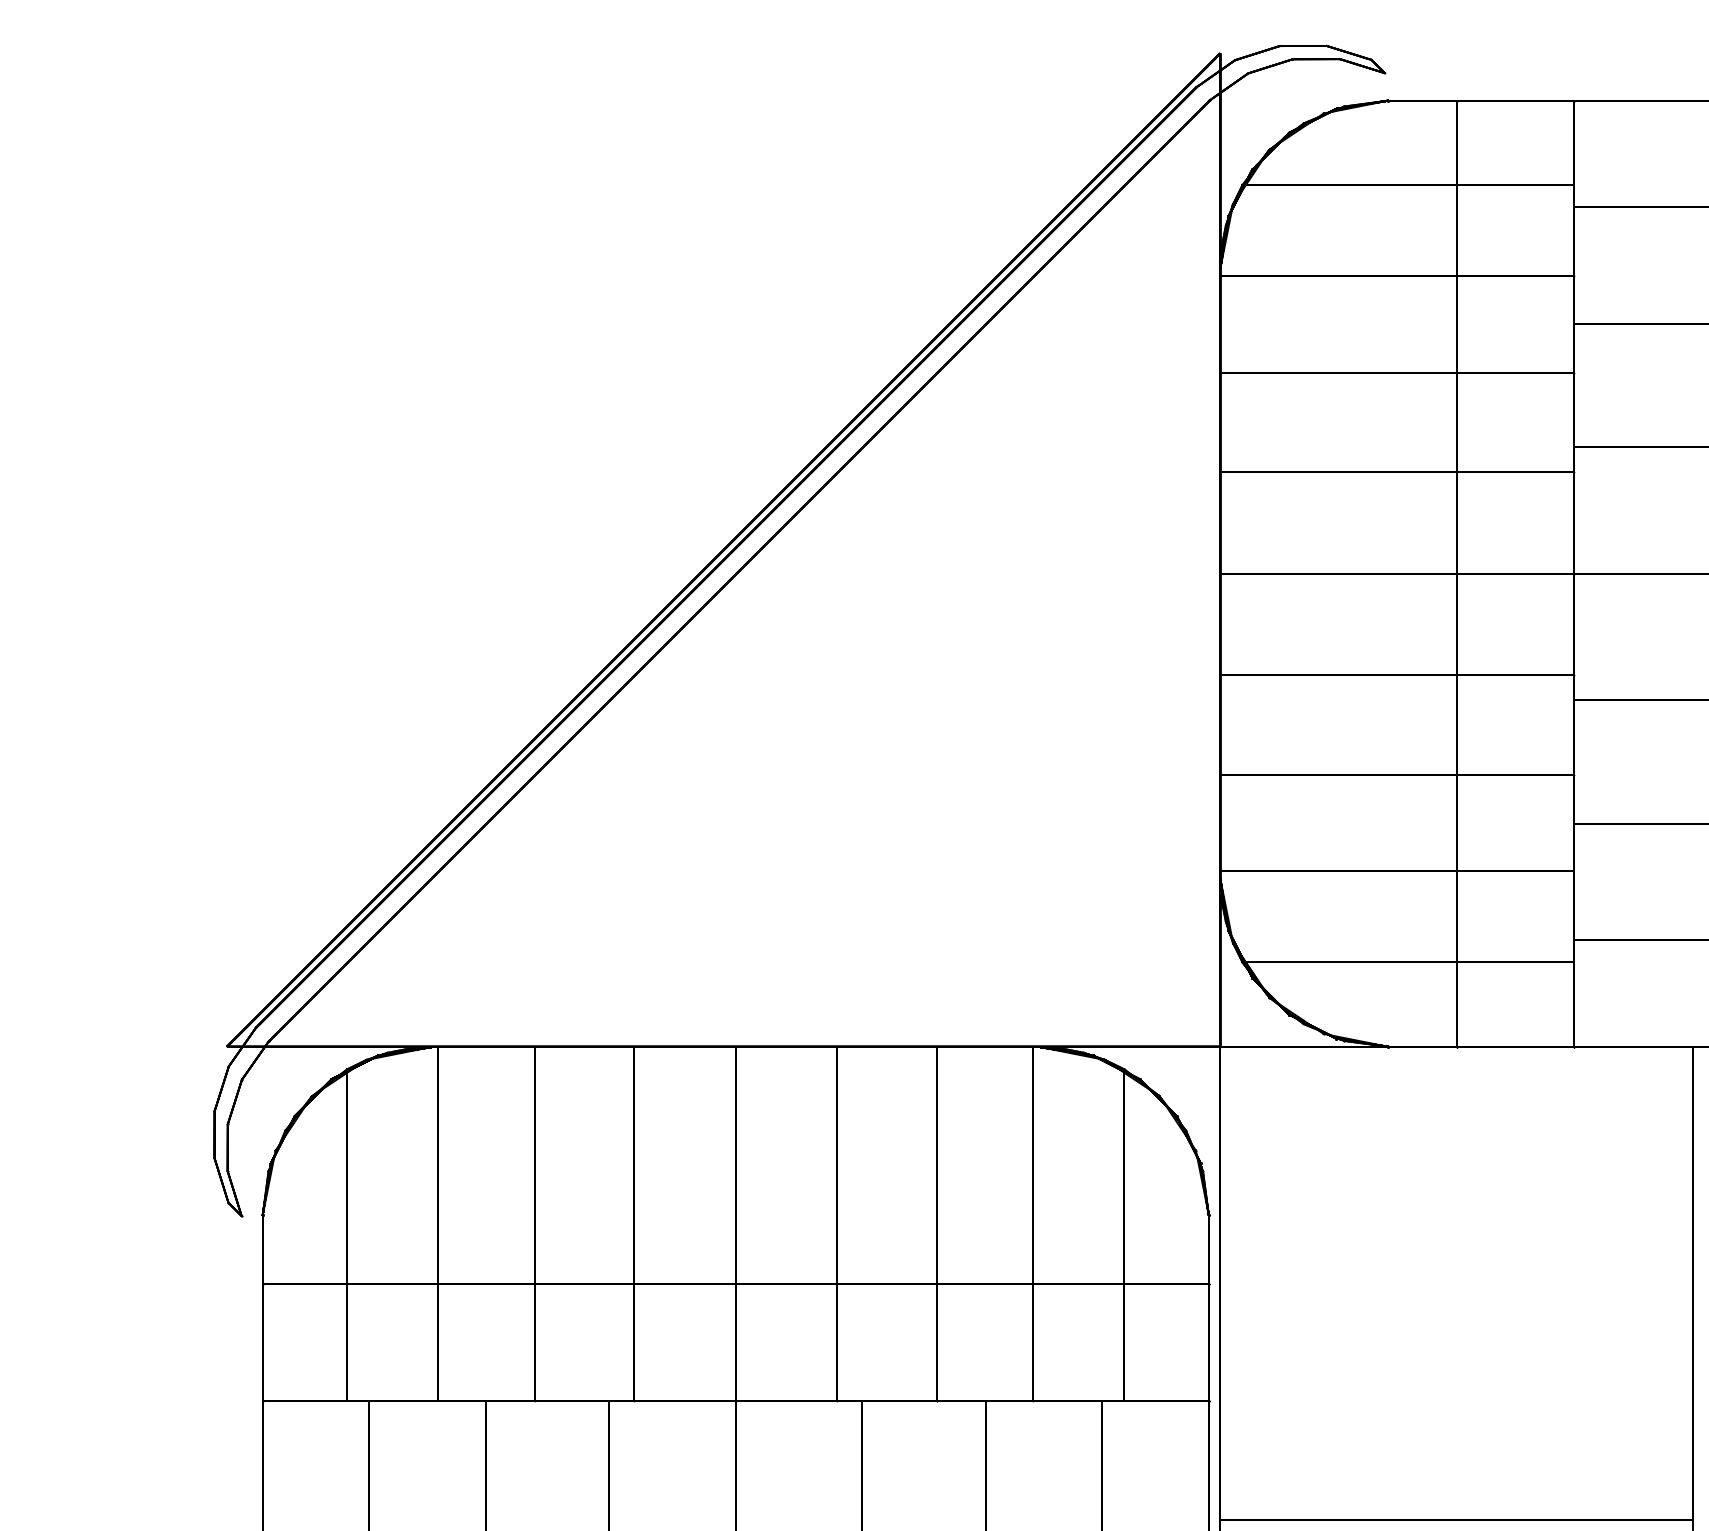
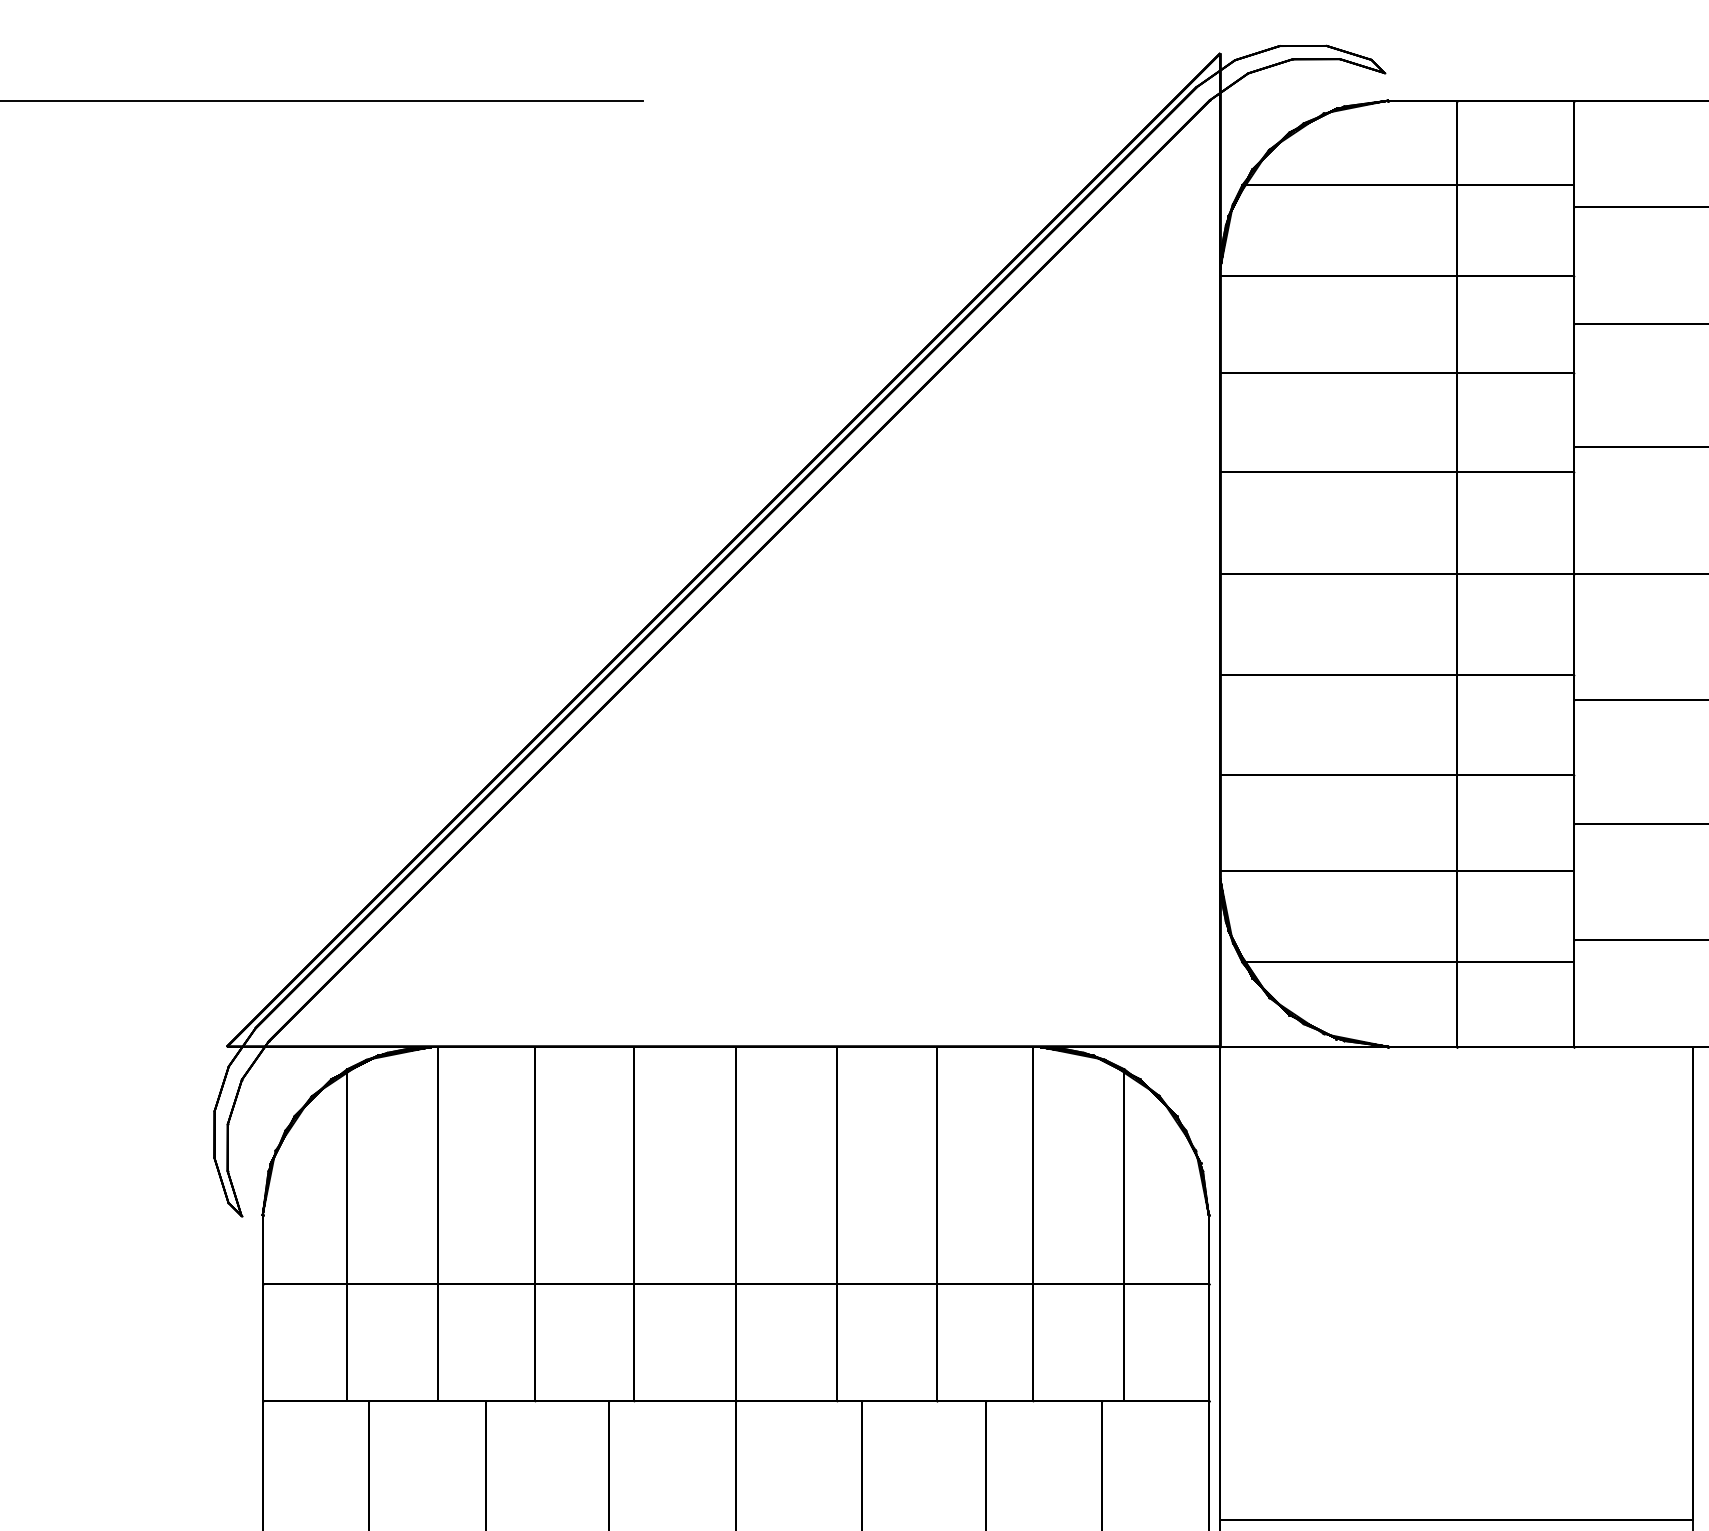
line at (322, 100): none -> present
